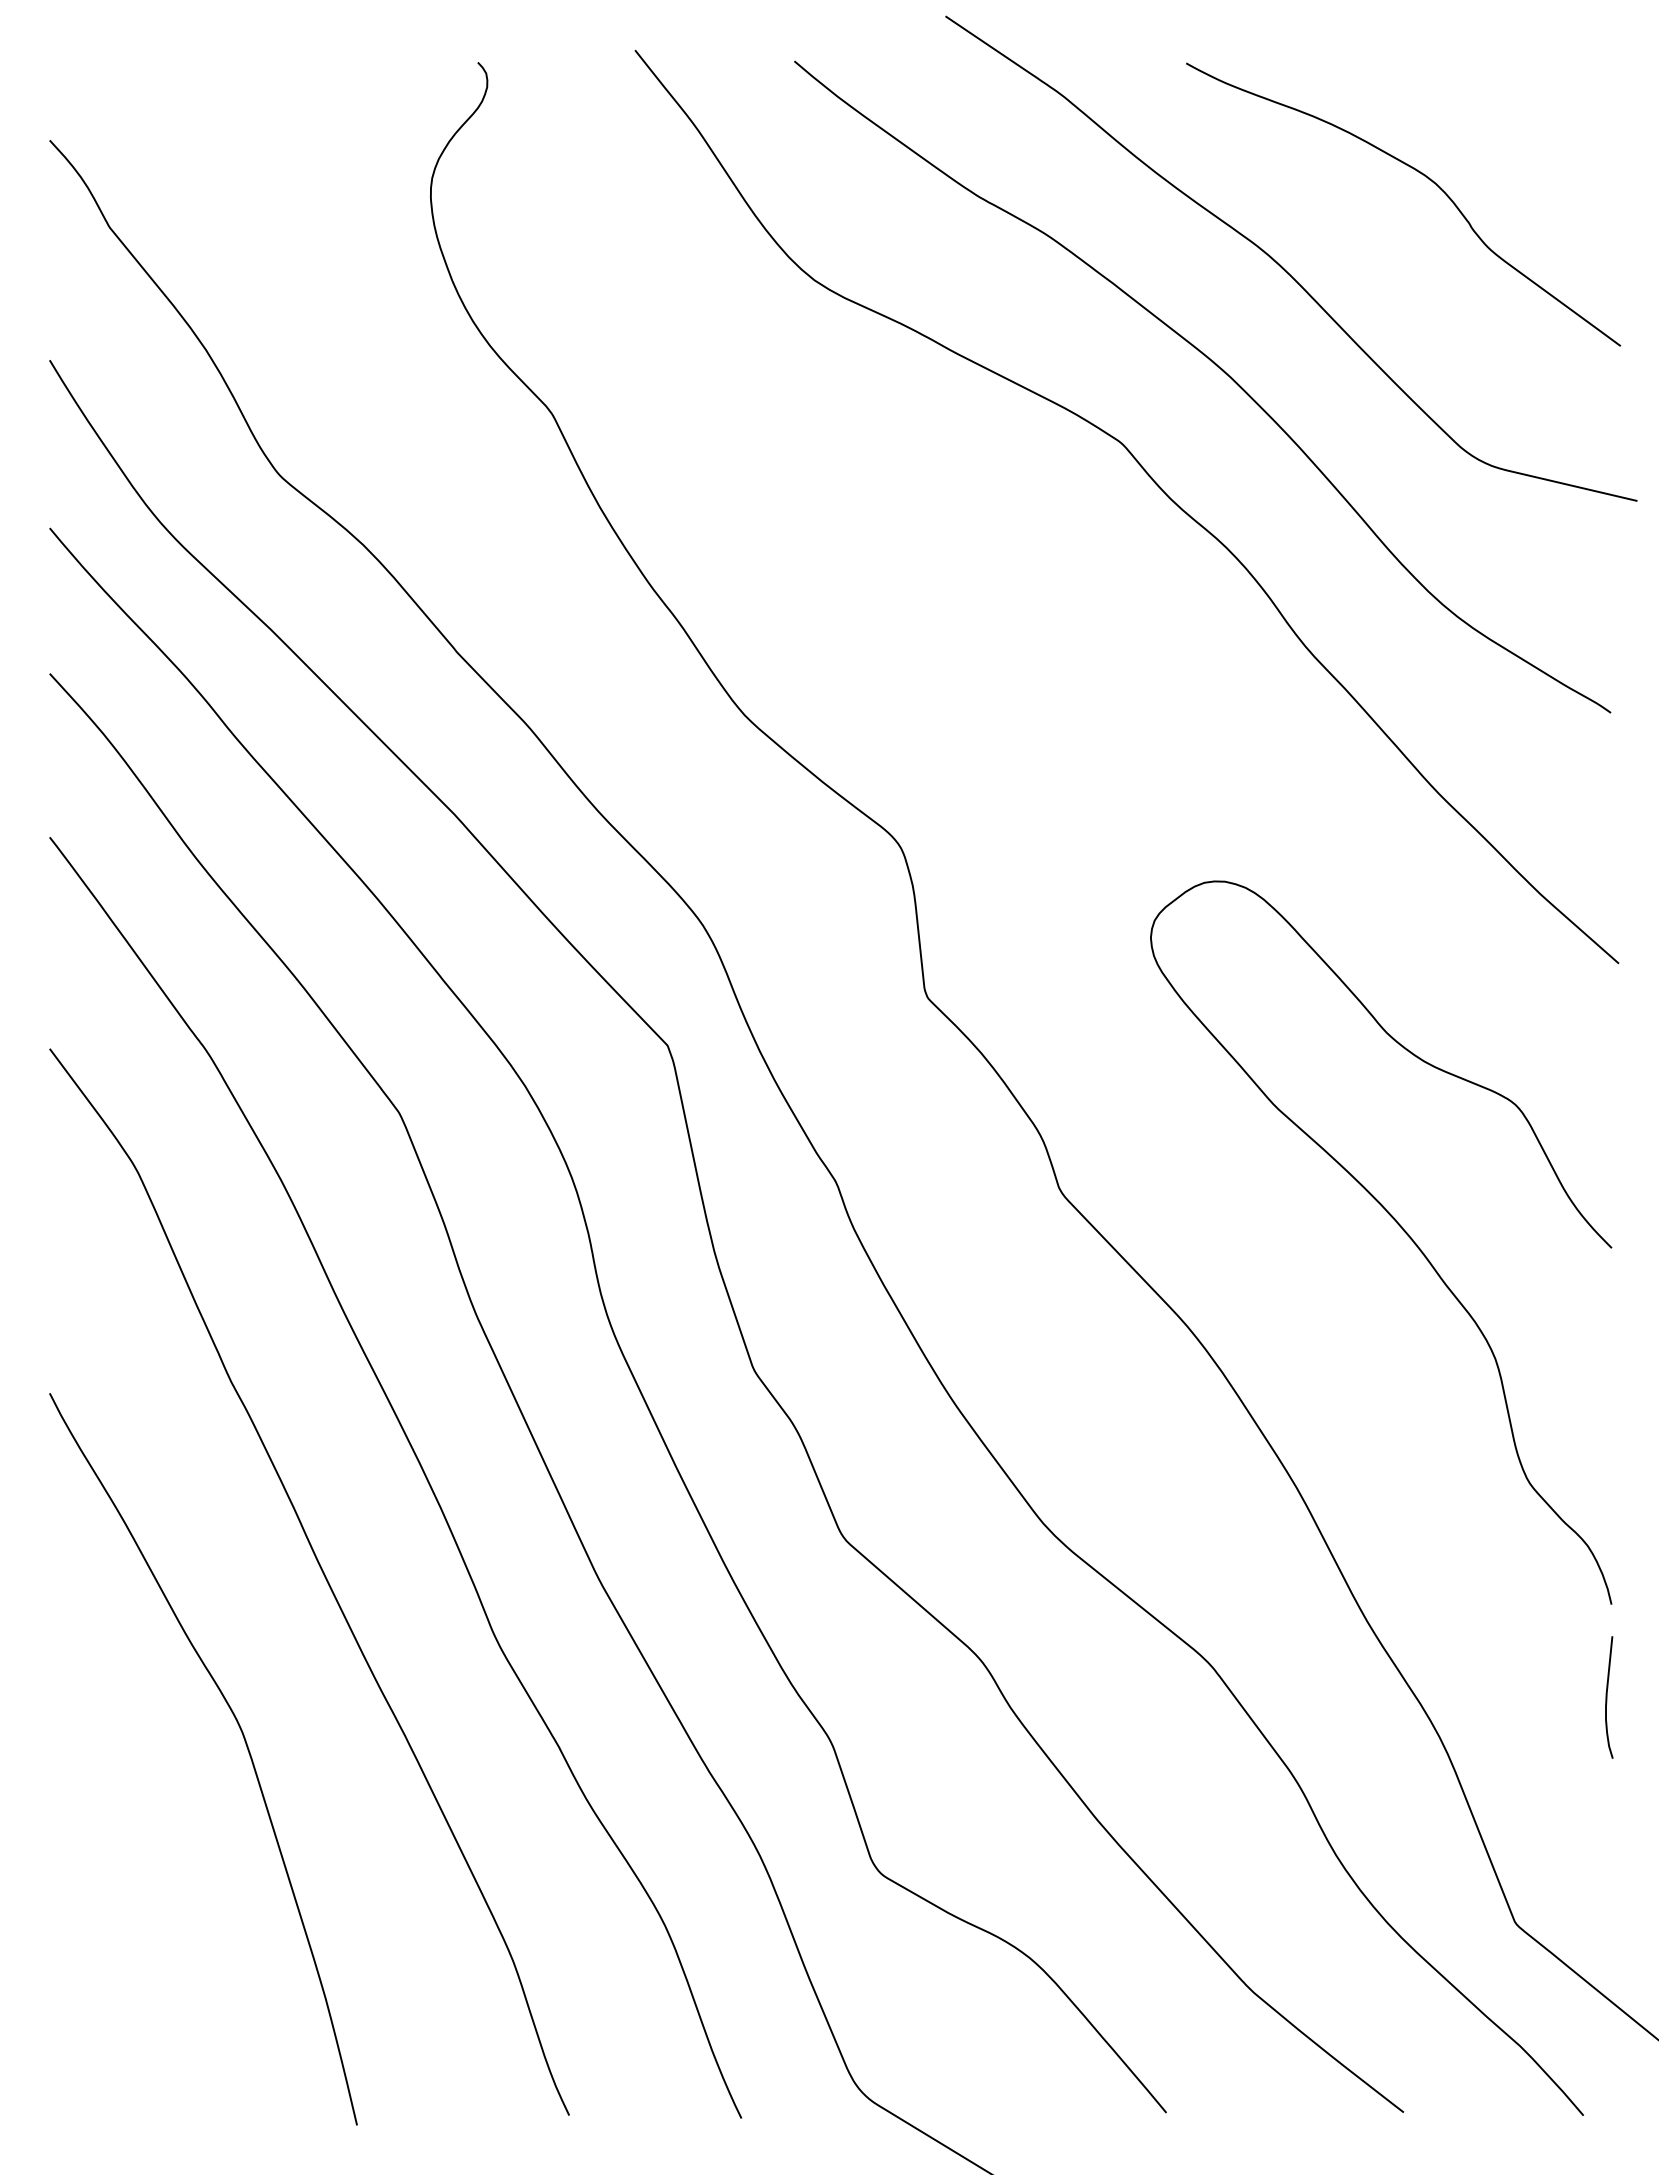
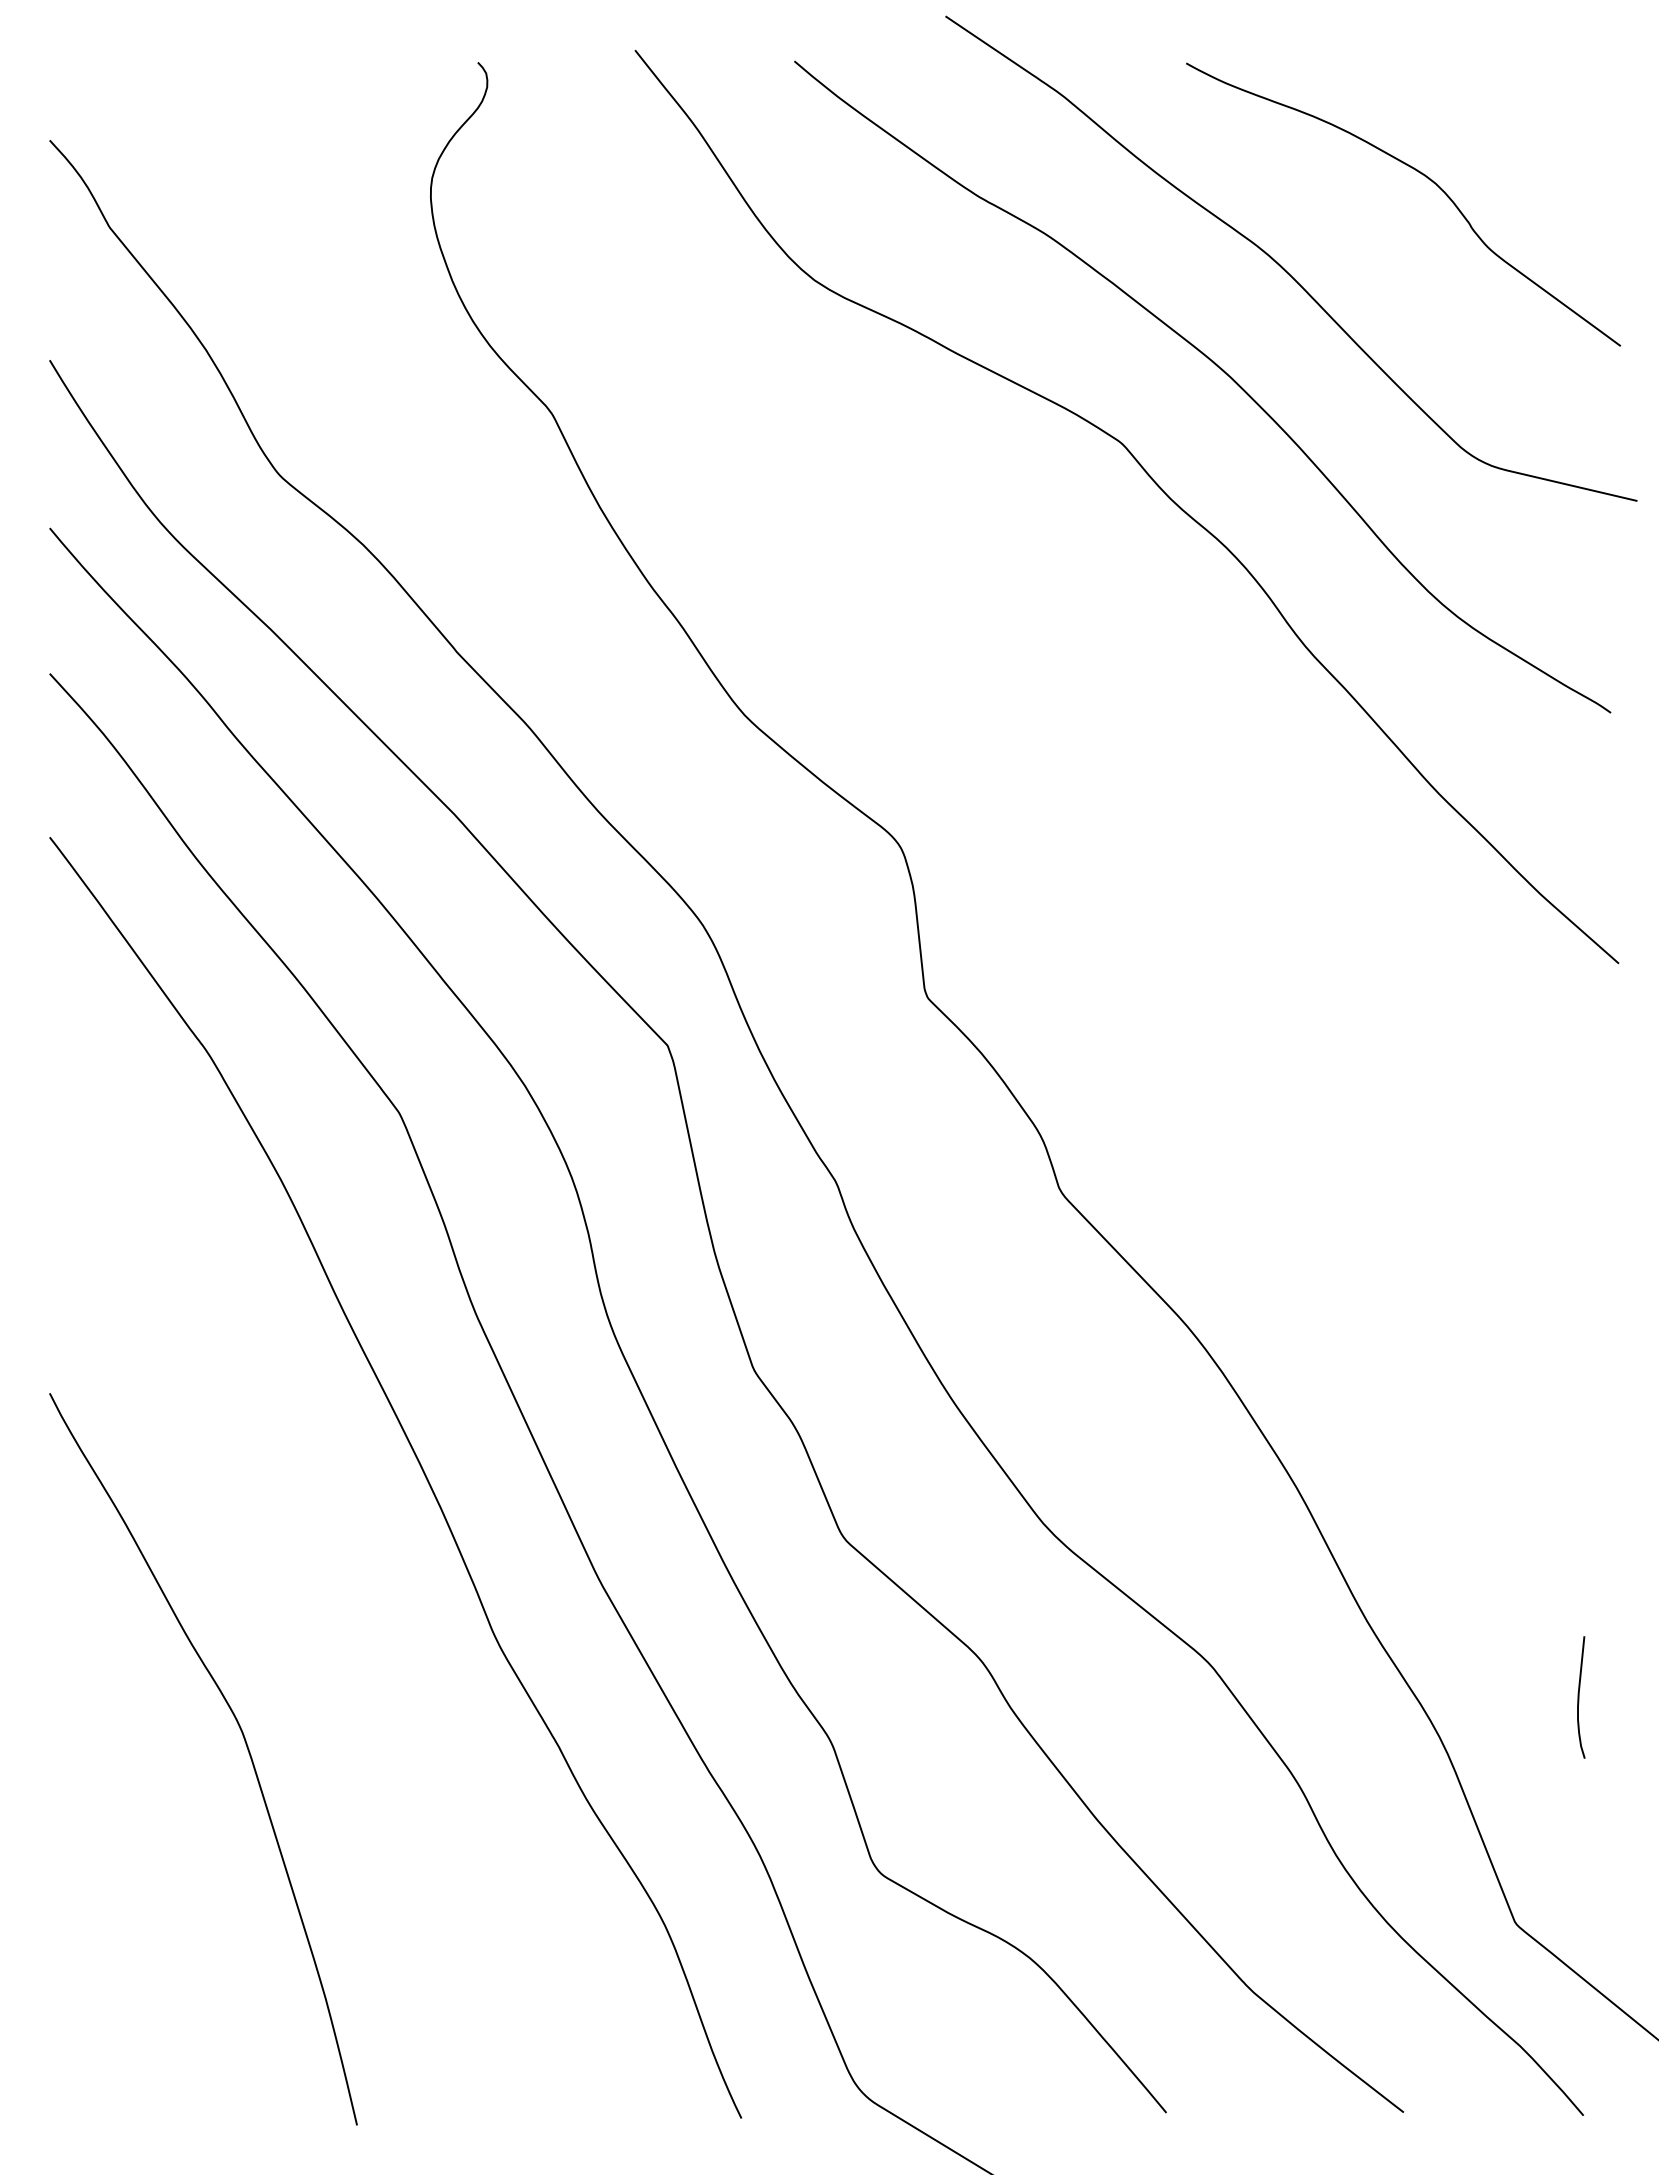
curve at (1398, 1225): present -> none
curve at (323, 1575): present -> none
curve at (1607, 1697) position: (1607, 1697) -> (1579, 1697)
